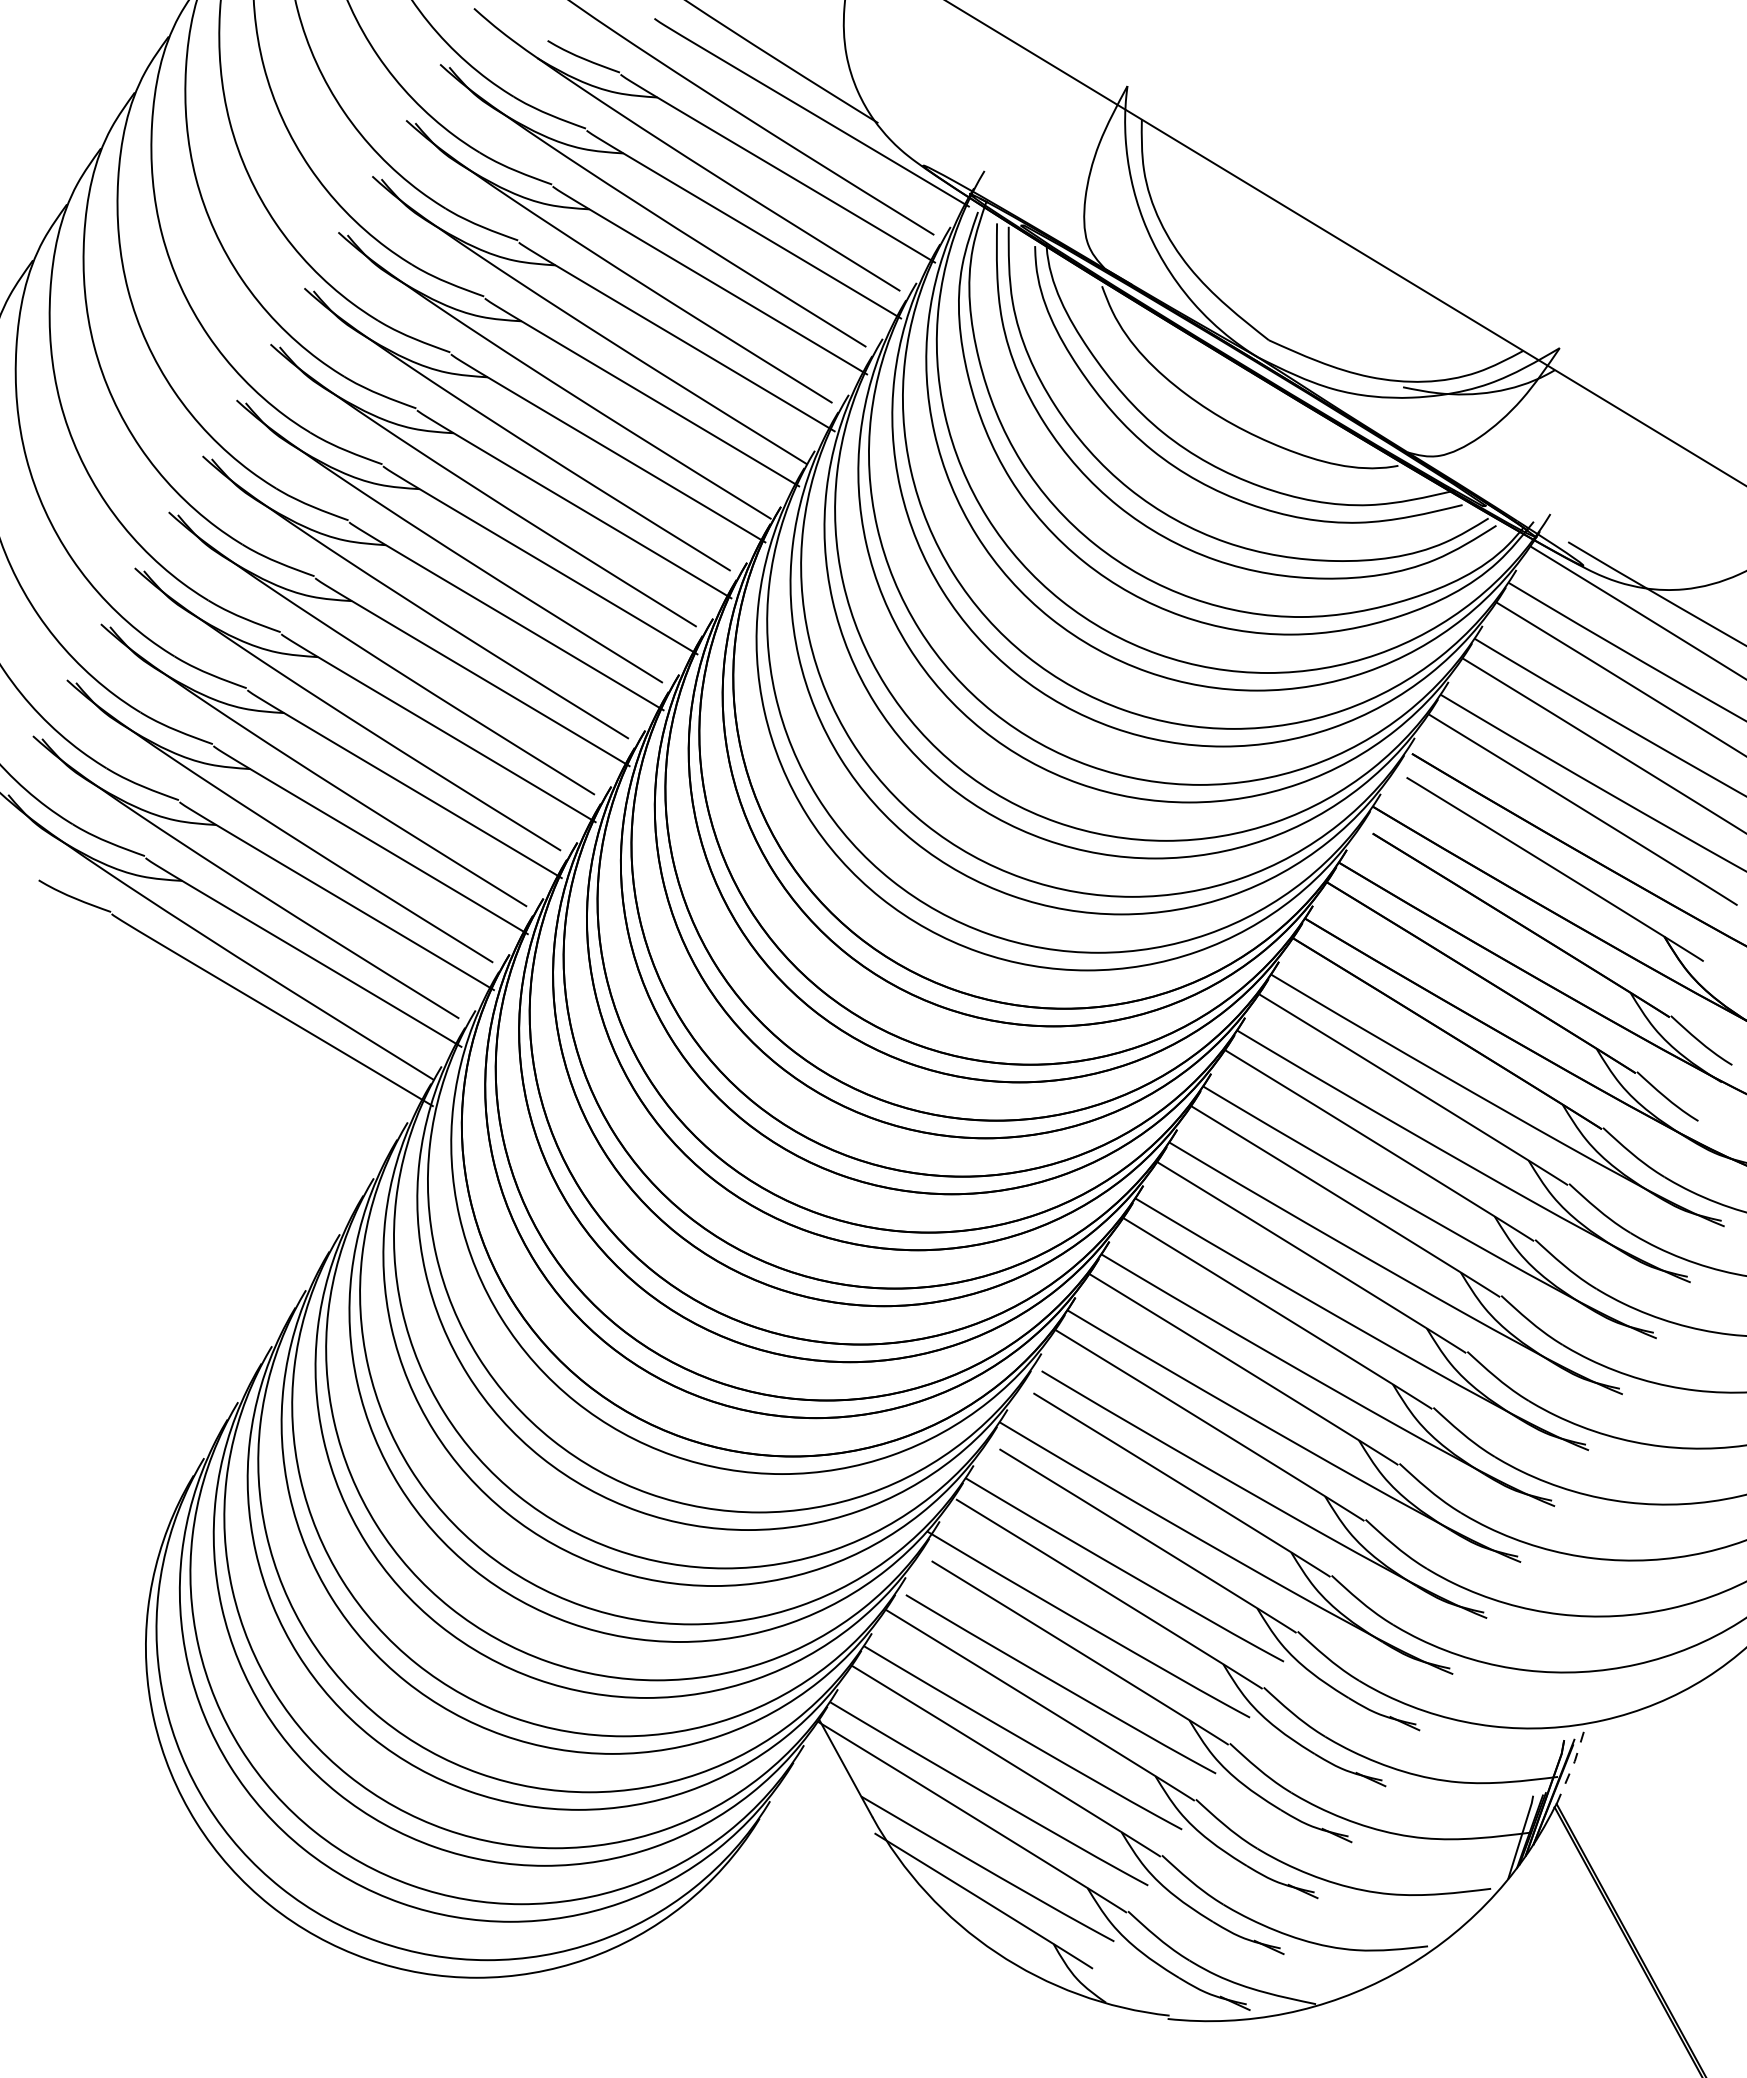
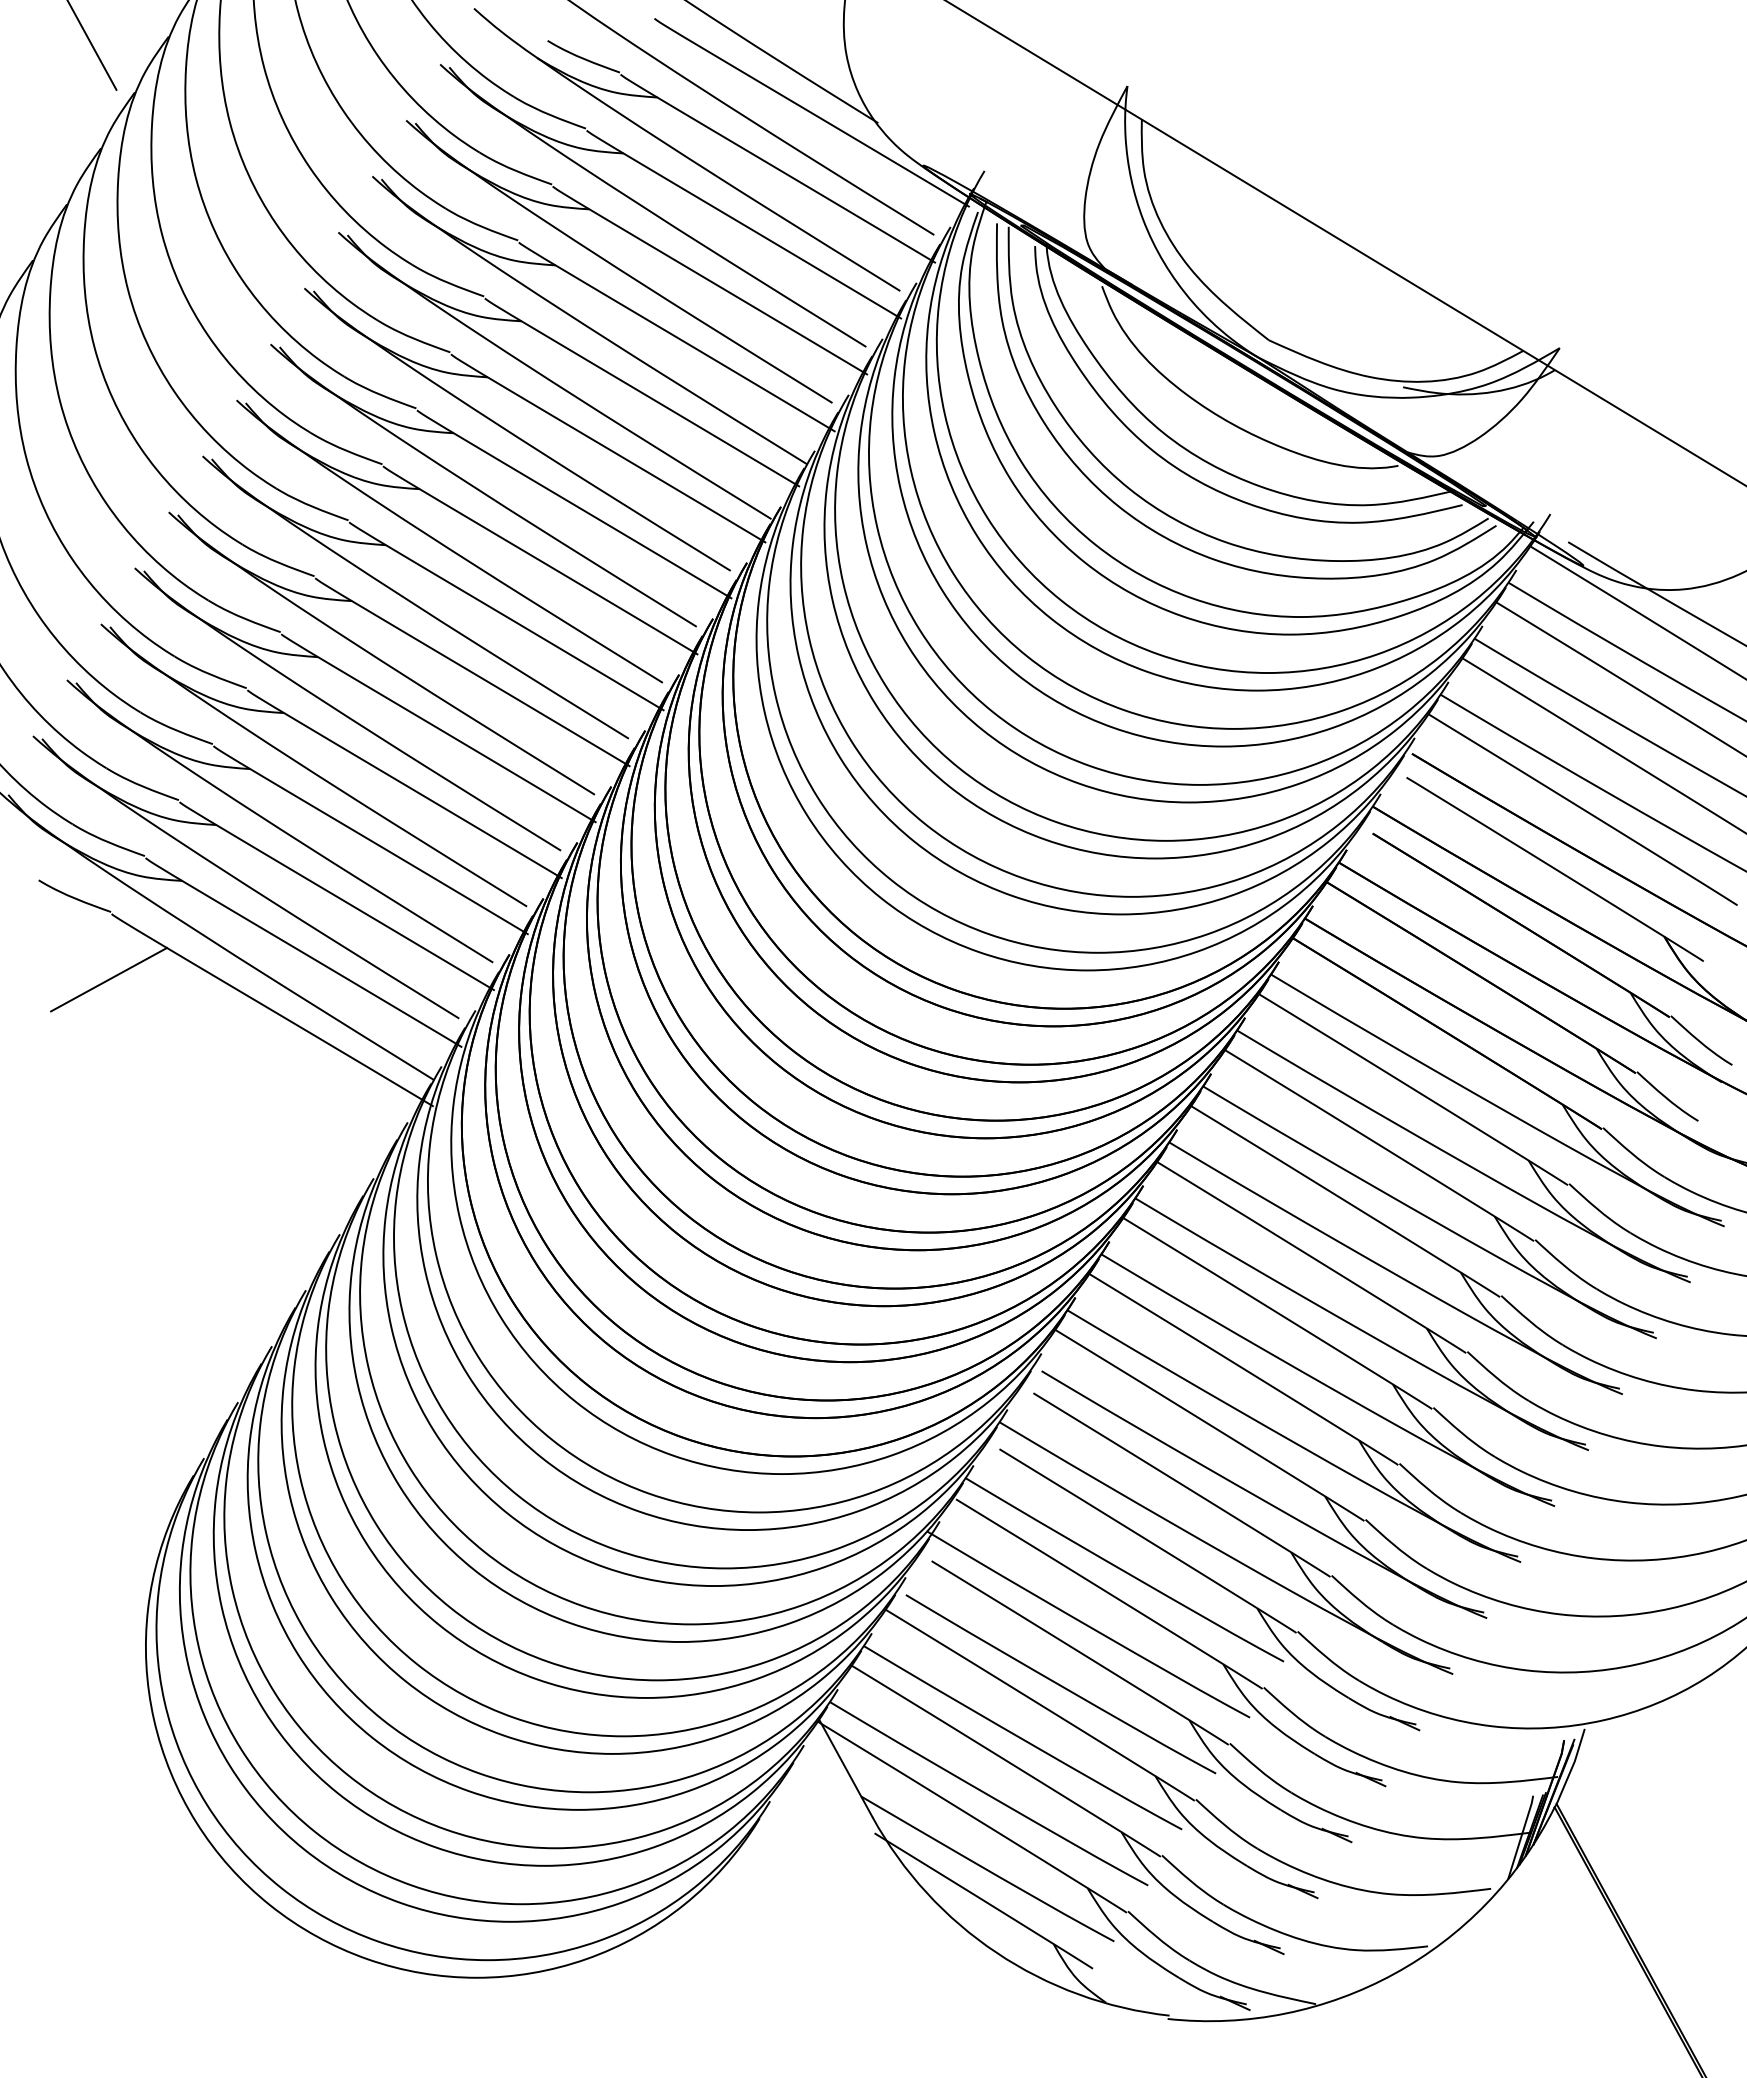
line at (92, 45): none -> present
line at (108, 979): none -> present
line at (1572, 1766): dashed -> solid
